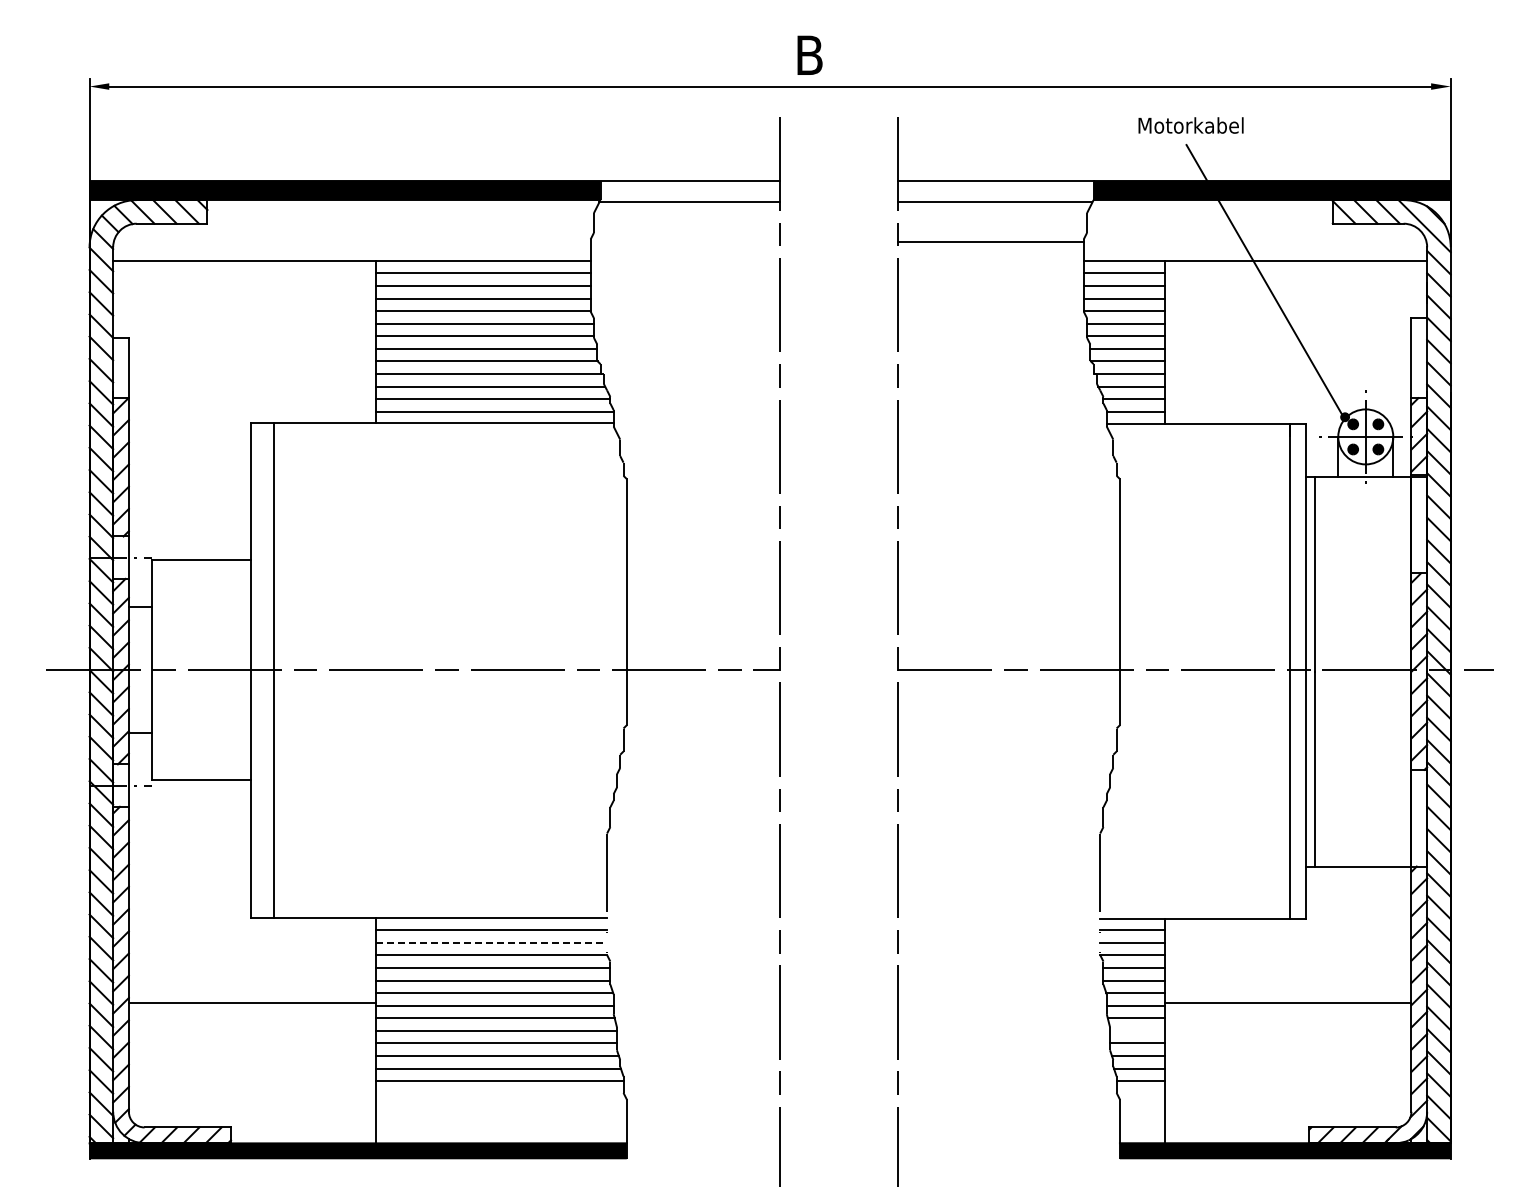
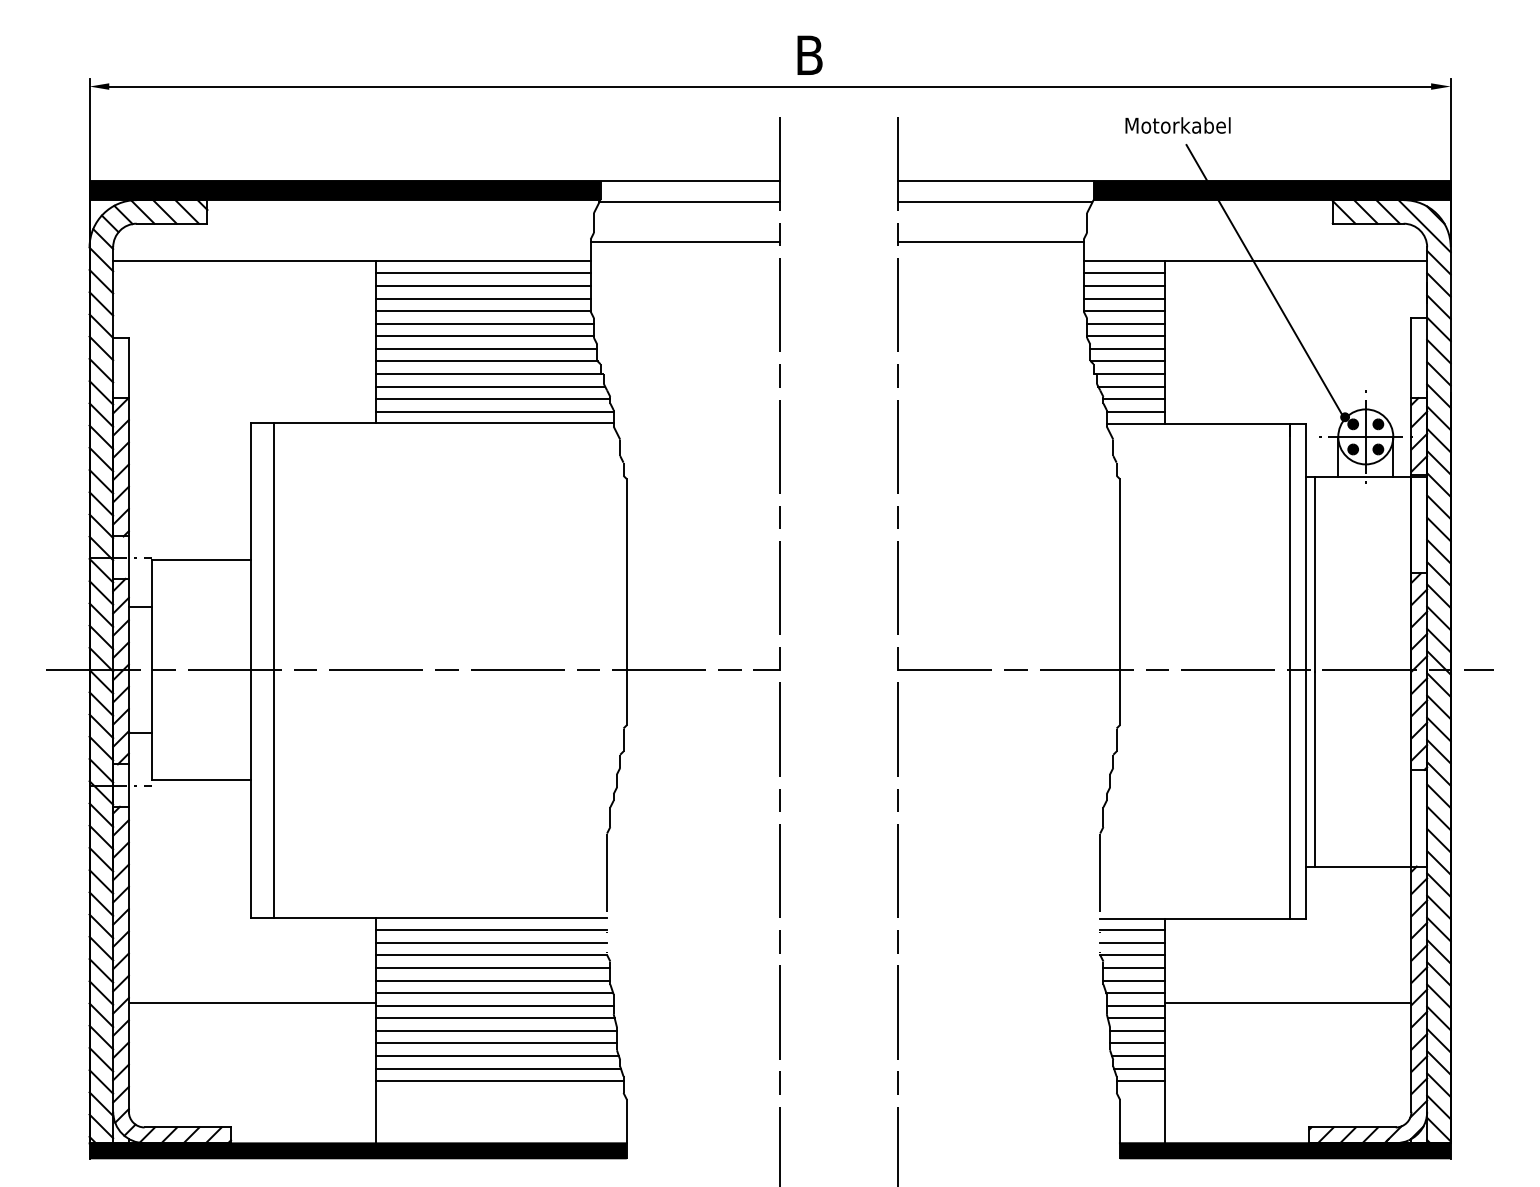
text at (1190, 125) position: (1190, 125) -> (1177, 125)
line at (684, 241): none -> present
line at (491, 942): dashed -> solid
line at (1137, 1030): none -> present
